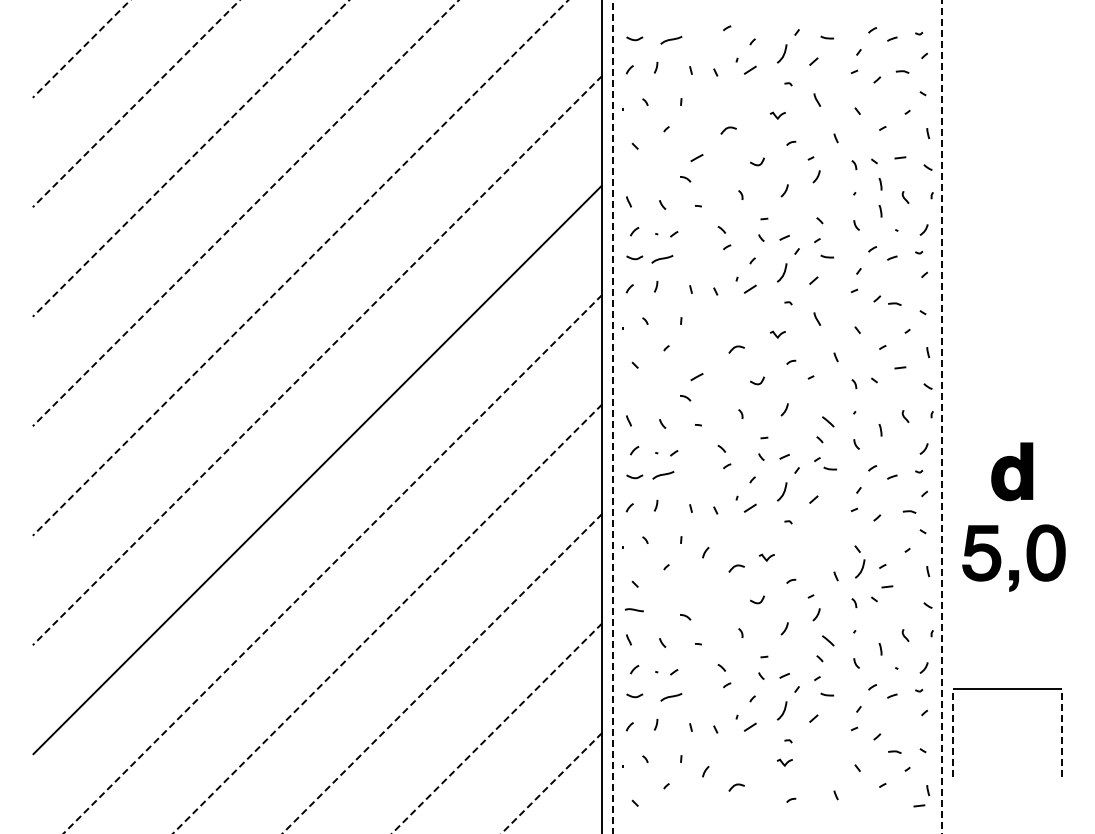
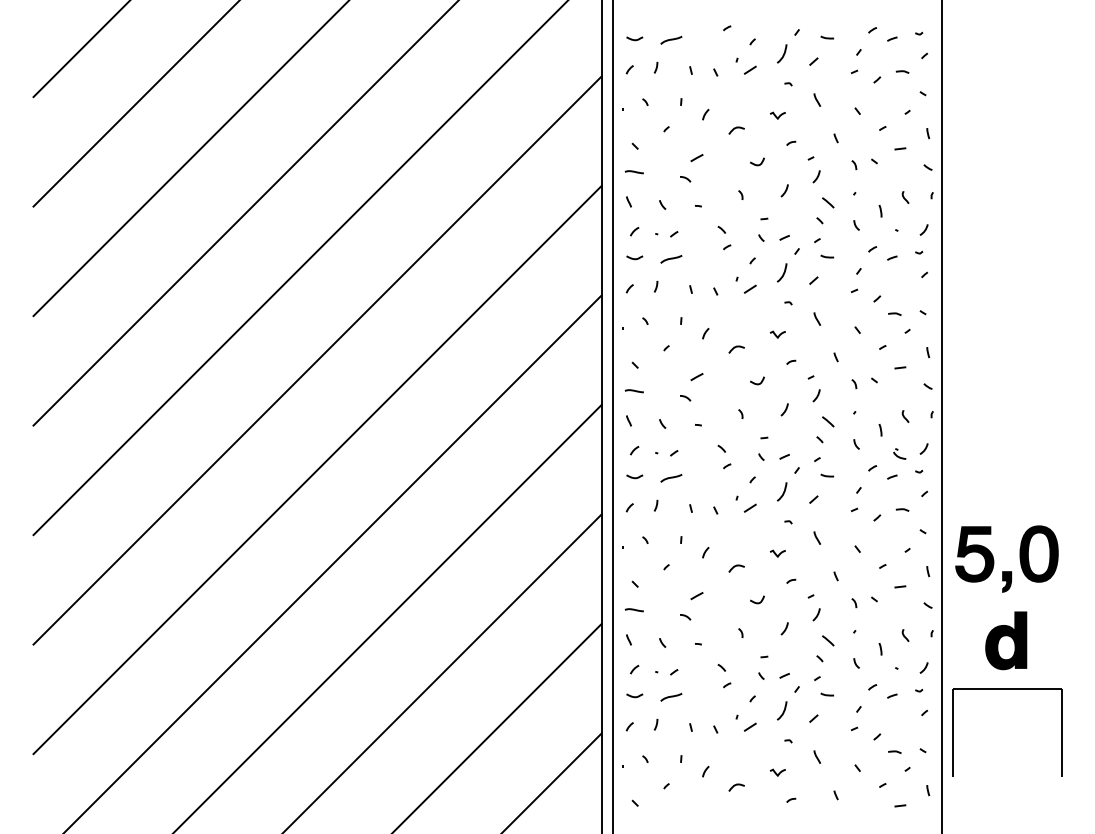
line at (81, 49): dashed -> solid
line at (135, 104): dashed -> solid
curve at (705, 114): none -> present
curve at (727, 129) position: (727, 129) -> (735, 129)
curve at (900, 157) position: (900, 157) -> (900, 148)
line at (191, 158): dashed -> solid
line at (633, 172): none -> present
curve at (880, 184): present -> none
line at (828, 202): none -> present
line at (245, 213): dashed -> solid
curve at (662, 259) position: (662, 259) -> (671, 259)
line at (300, 268): dashed -> solid
curve at (894, 303) position: (894, 303) -> (894, 313)
curve at (705, 333): none -> present
line at (317, 360): dashed -> solid
line at (633, 391): none -> present
curve at (817, 395): none -> present
line at (941, 416): dashed -> solid
line at (613, 417): dashed -> solid
part at (899, 453): none -> present
curve at (829, 468) position: (829, 468) -> (826, 475)
part at (1012, 471) position: (1012, 471) -> (1006, 640)
curve at (663, 475) position: (663, 475) -> (671, 478)
curve at (909, 511) position: (909, 511) -> (902, 509)
curve at (817, 537): none -> present
curve at (765, 557) position: (765, 557) -> (776, 553)
part at (1001, 559) position: (1001, 559) -> (994, 560)
line at (332, 564): dashed -> solid
curve at (861, 568): present -> none
curve at (887, 586) position: (887, 586) -> (900, 586)
line at (696, 596): none -> present
line at (387, 619): dashed -> solid
line at (441, 674): dashed -> solid
line at (496, 728): dashed -> solid
line at (952, 732): dashed -> solid
line at (1062, 732): dashed -> solid
curve at (817, 756): none -> present
curve at (783, 762) position: (783, 762) -> (776, 772)
line at (551, 783): dashed -> solid
curve at (919, 805) position: (919, 805) -> (900, 805)
